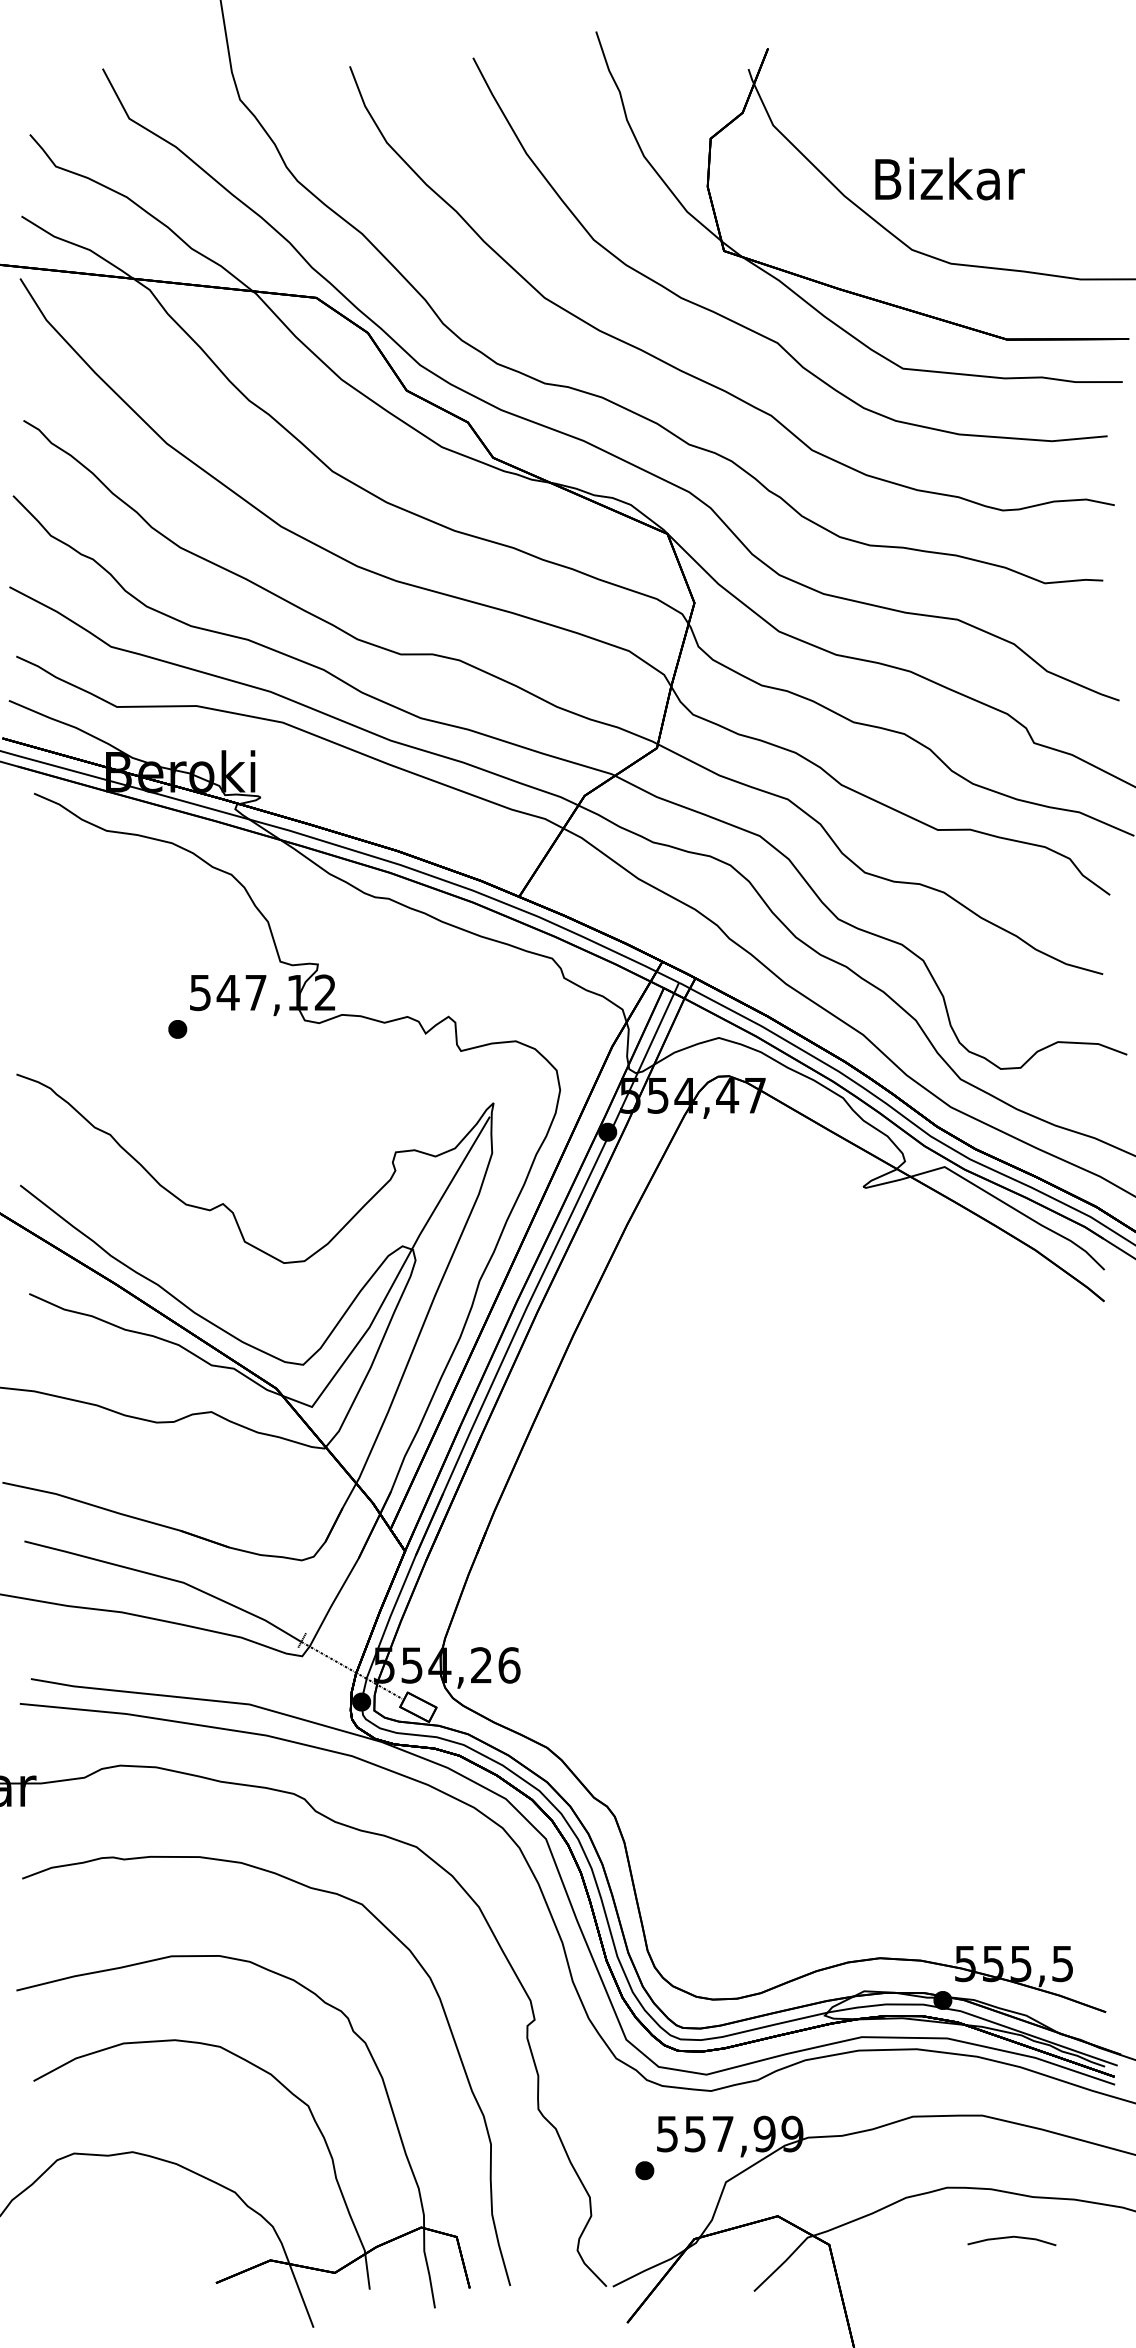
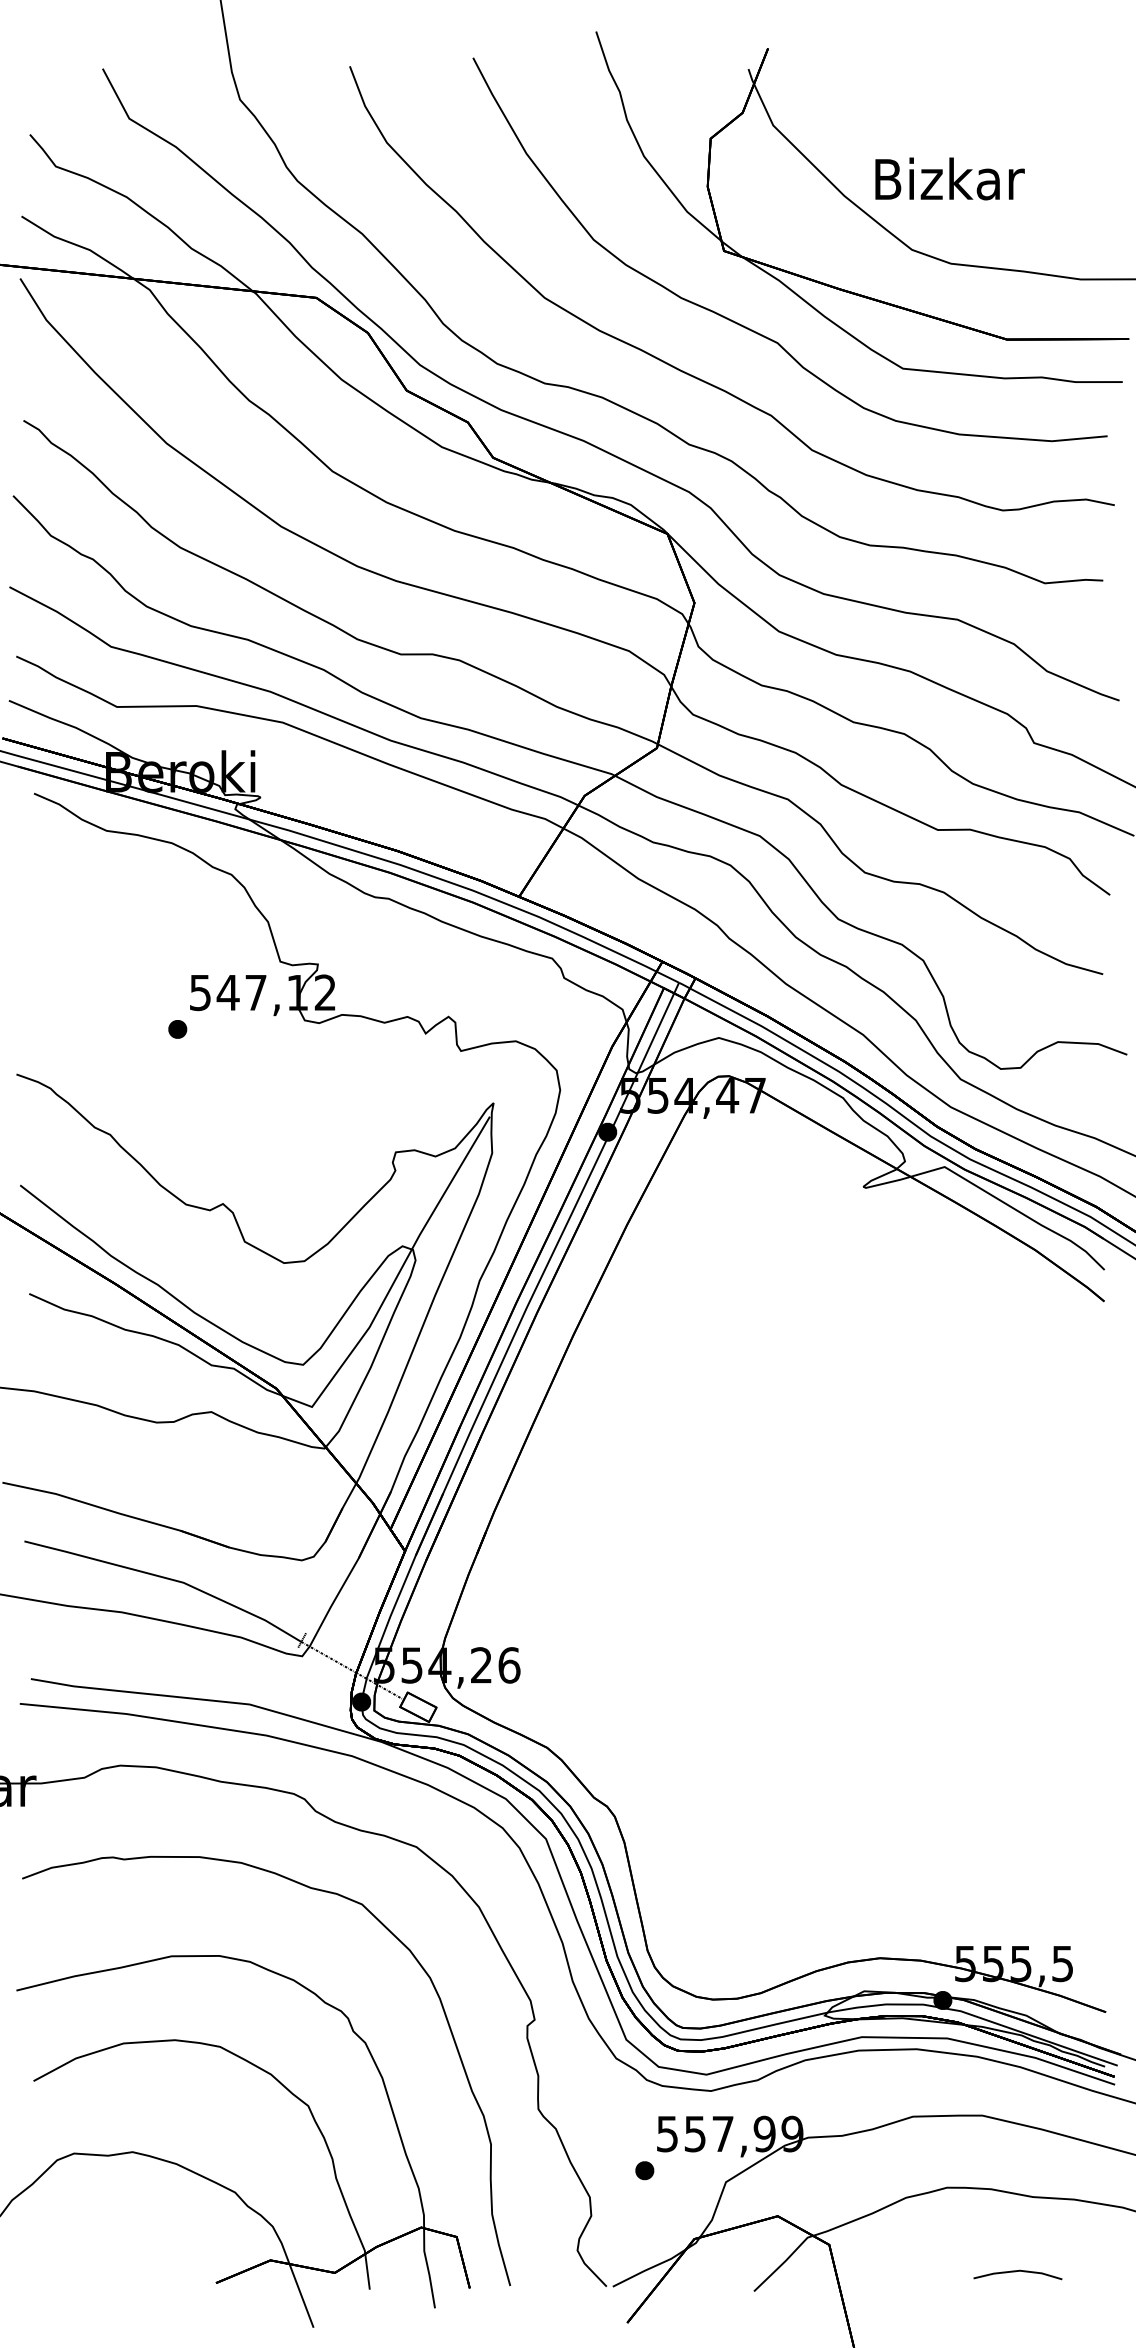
line at (1009, 2238) position: (1009, 2238) -> (1015, 2272)
